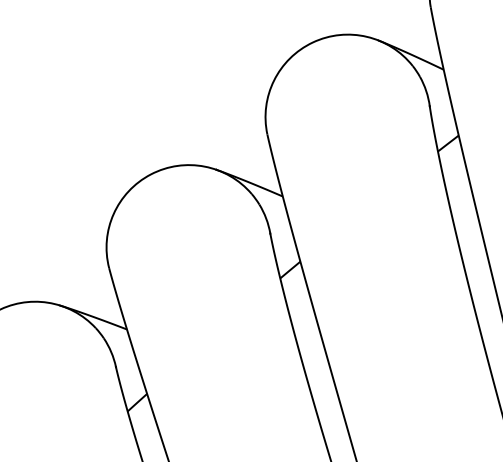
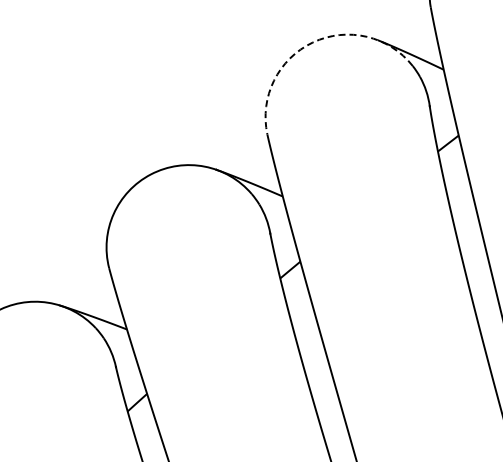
arc at (312, 42): solid -> dashed
